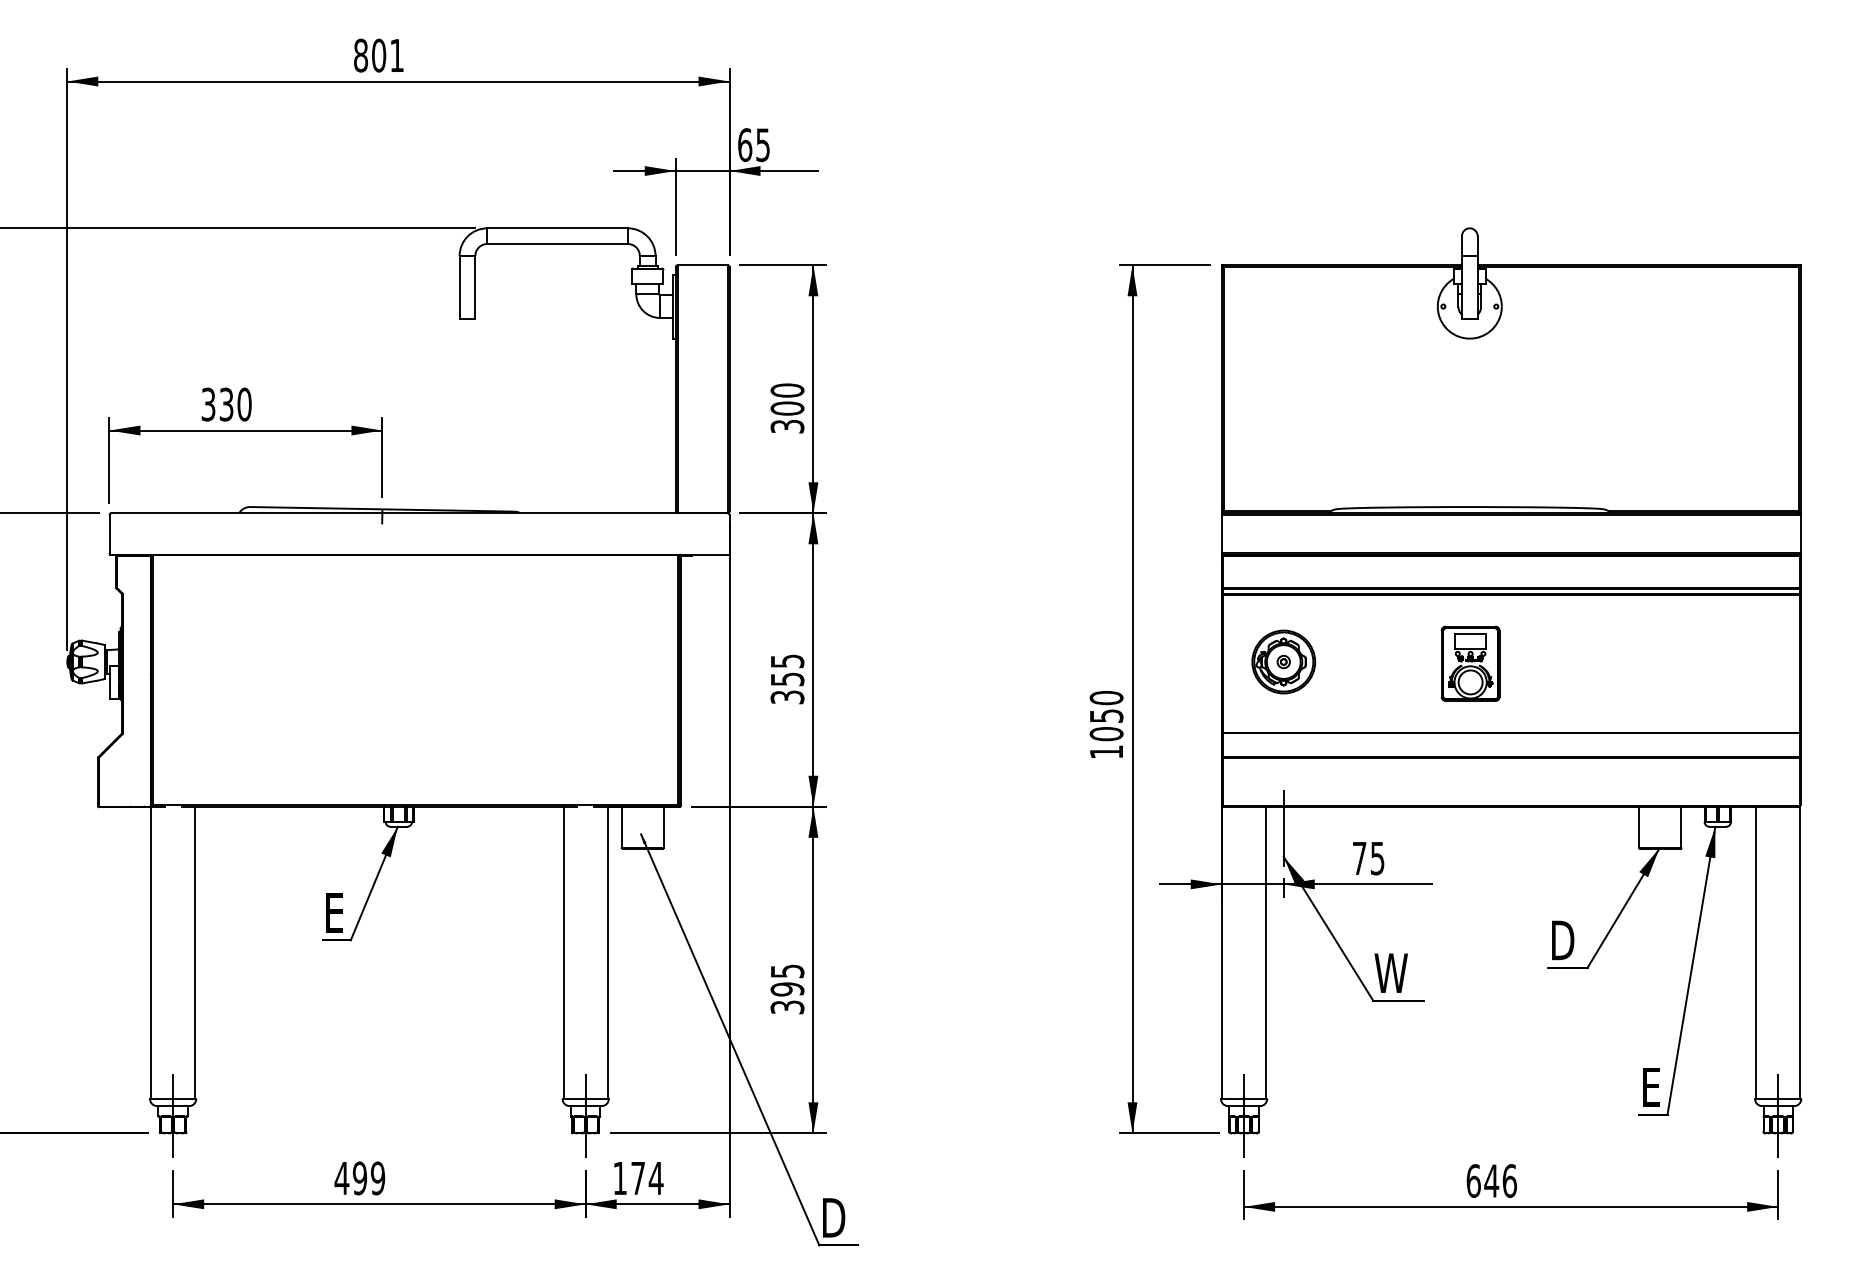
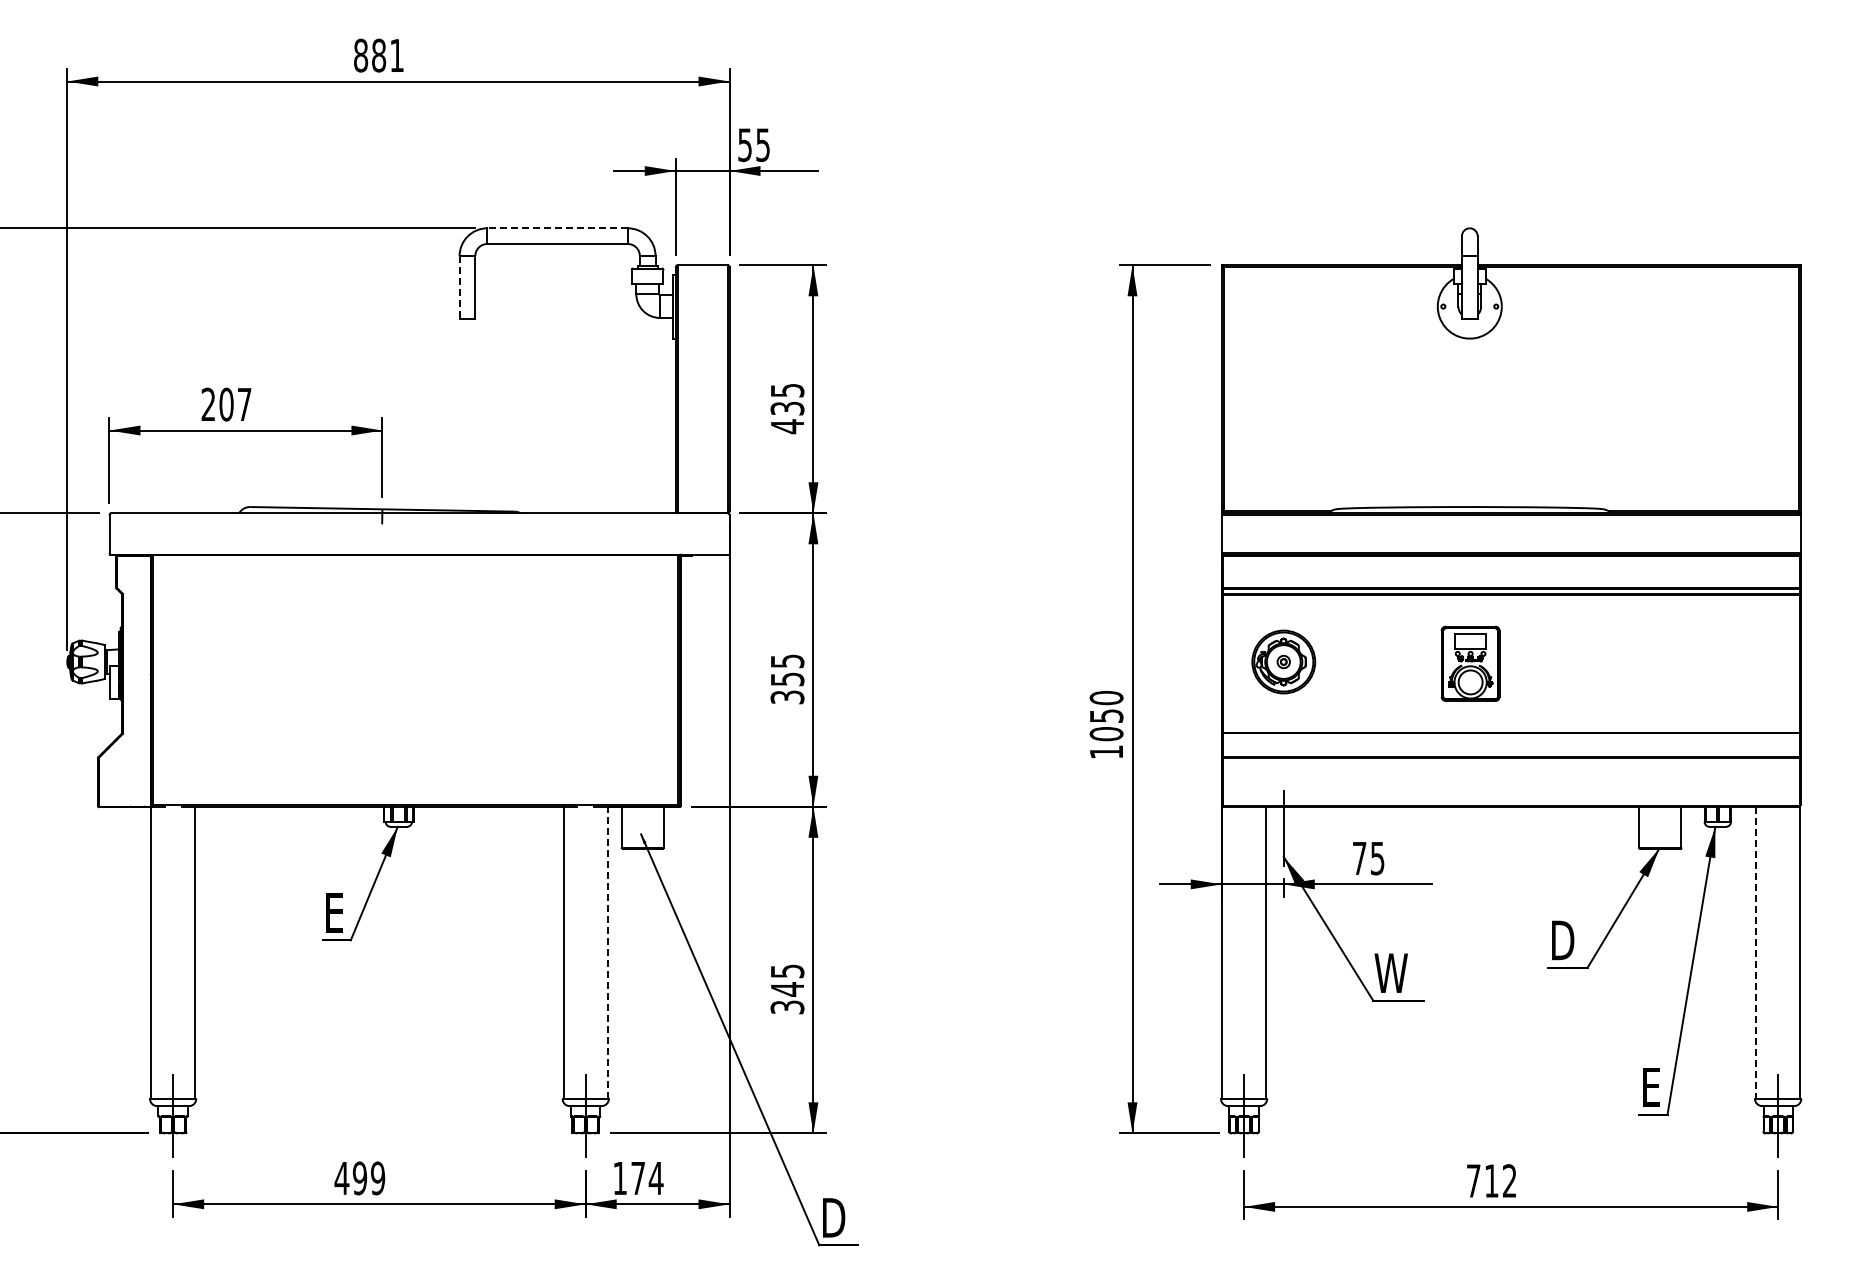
text at (379, 55): 801 -> 881
text at (745, 145): 65 -> 55
line at (557, 228): solid -> dashed
line at (459, 287): solid -> dashed
text at (226, 404): 330 -> 207
text at (787, 408): 300 -> 435
line at (607, 952): solid -> dashed
line at (1756, 953): solid -> dashed
text at (787, 989): 395 -> 345
text at (1491, 1180): 646 -> 712
